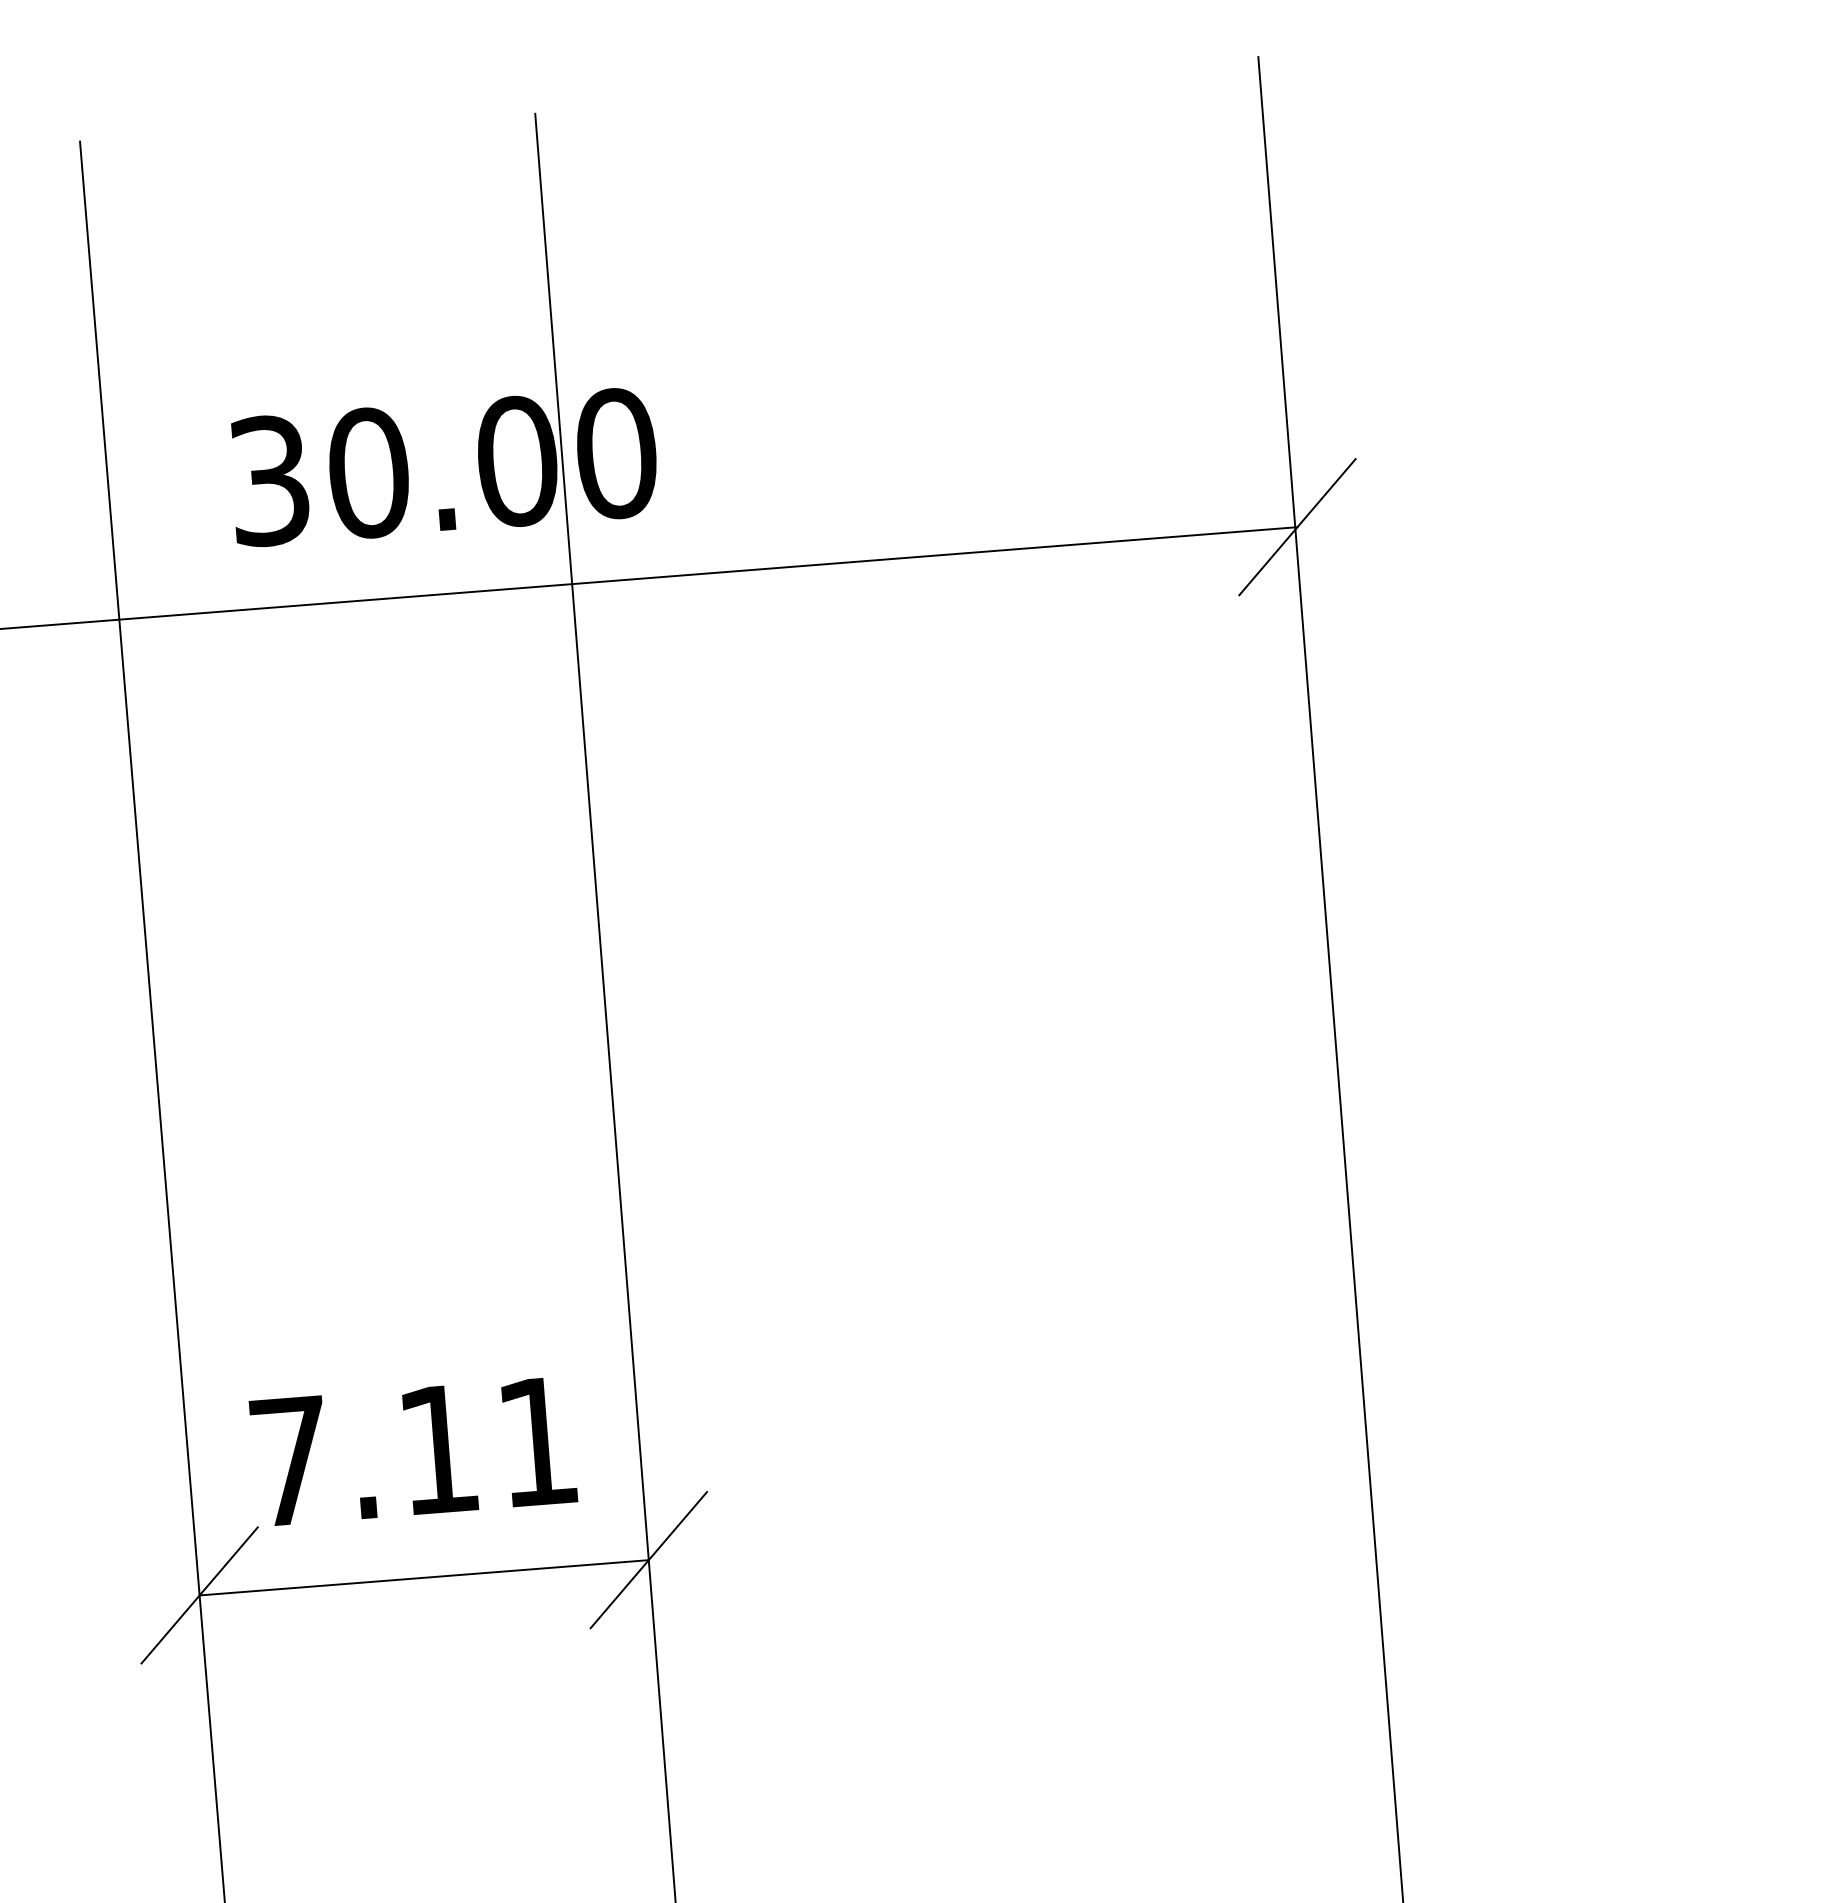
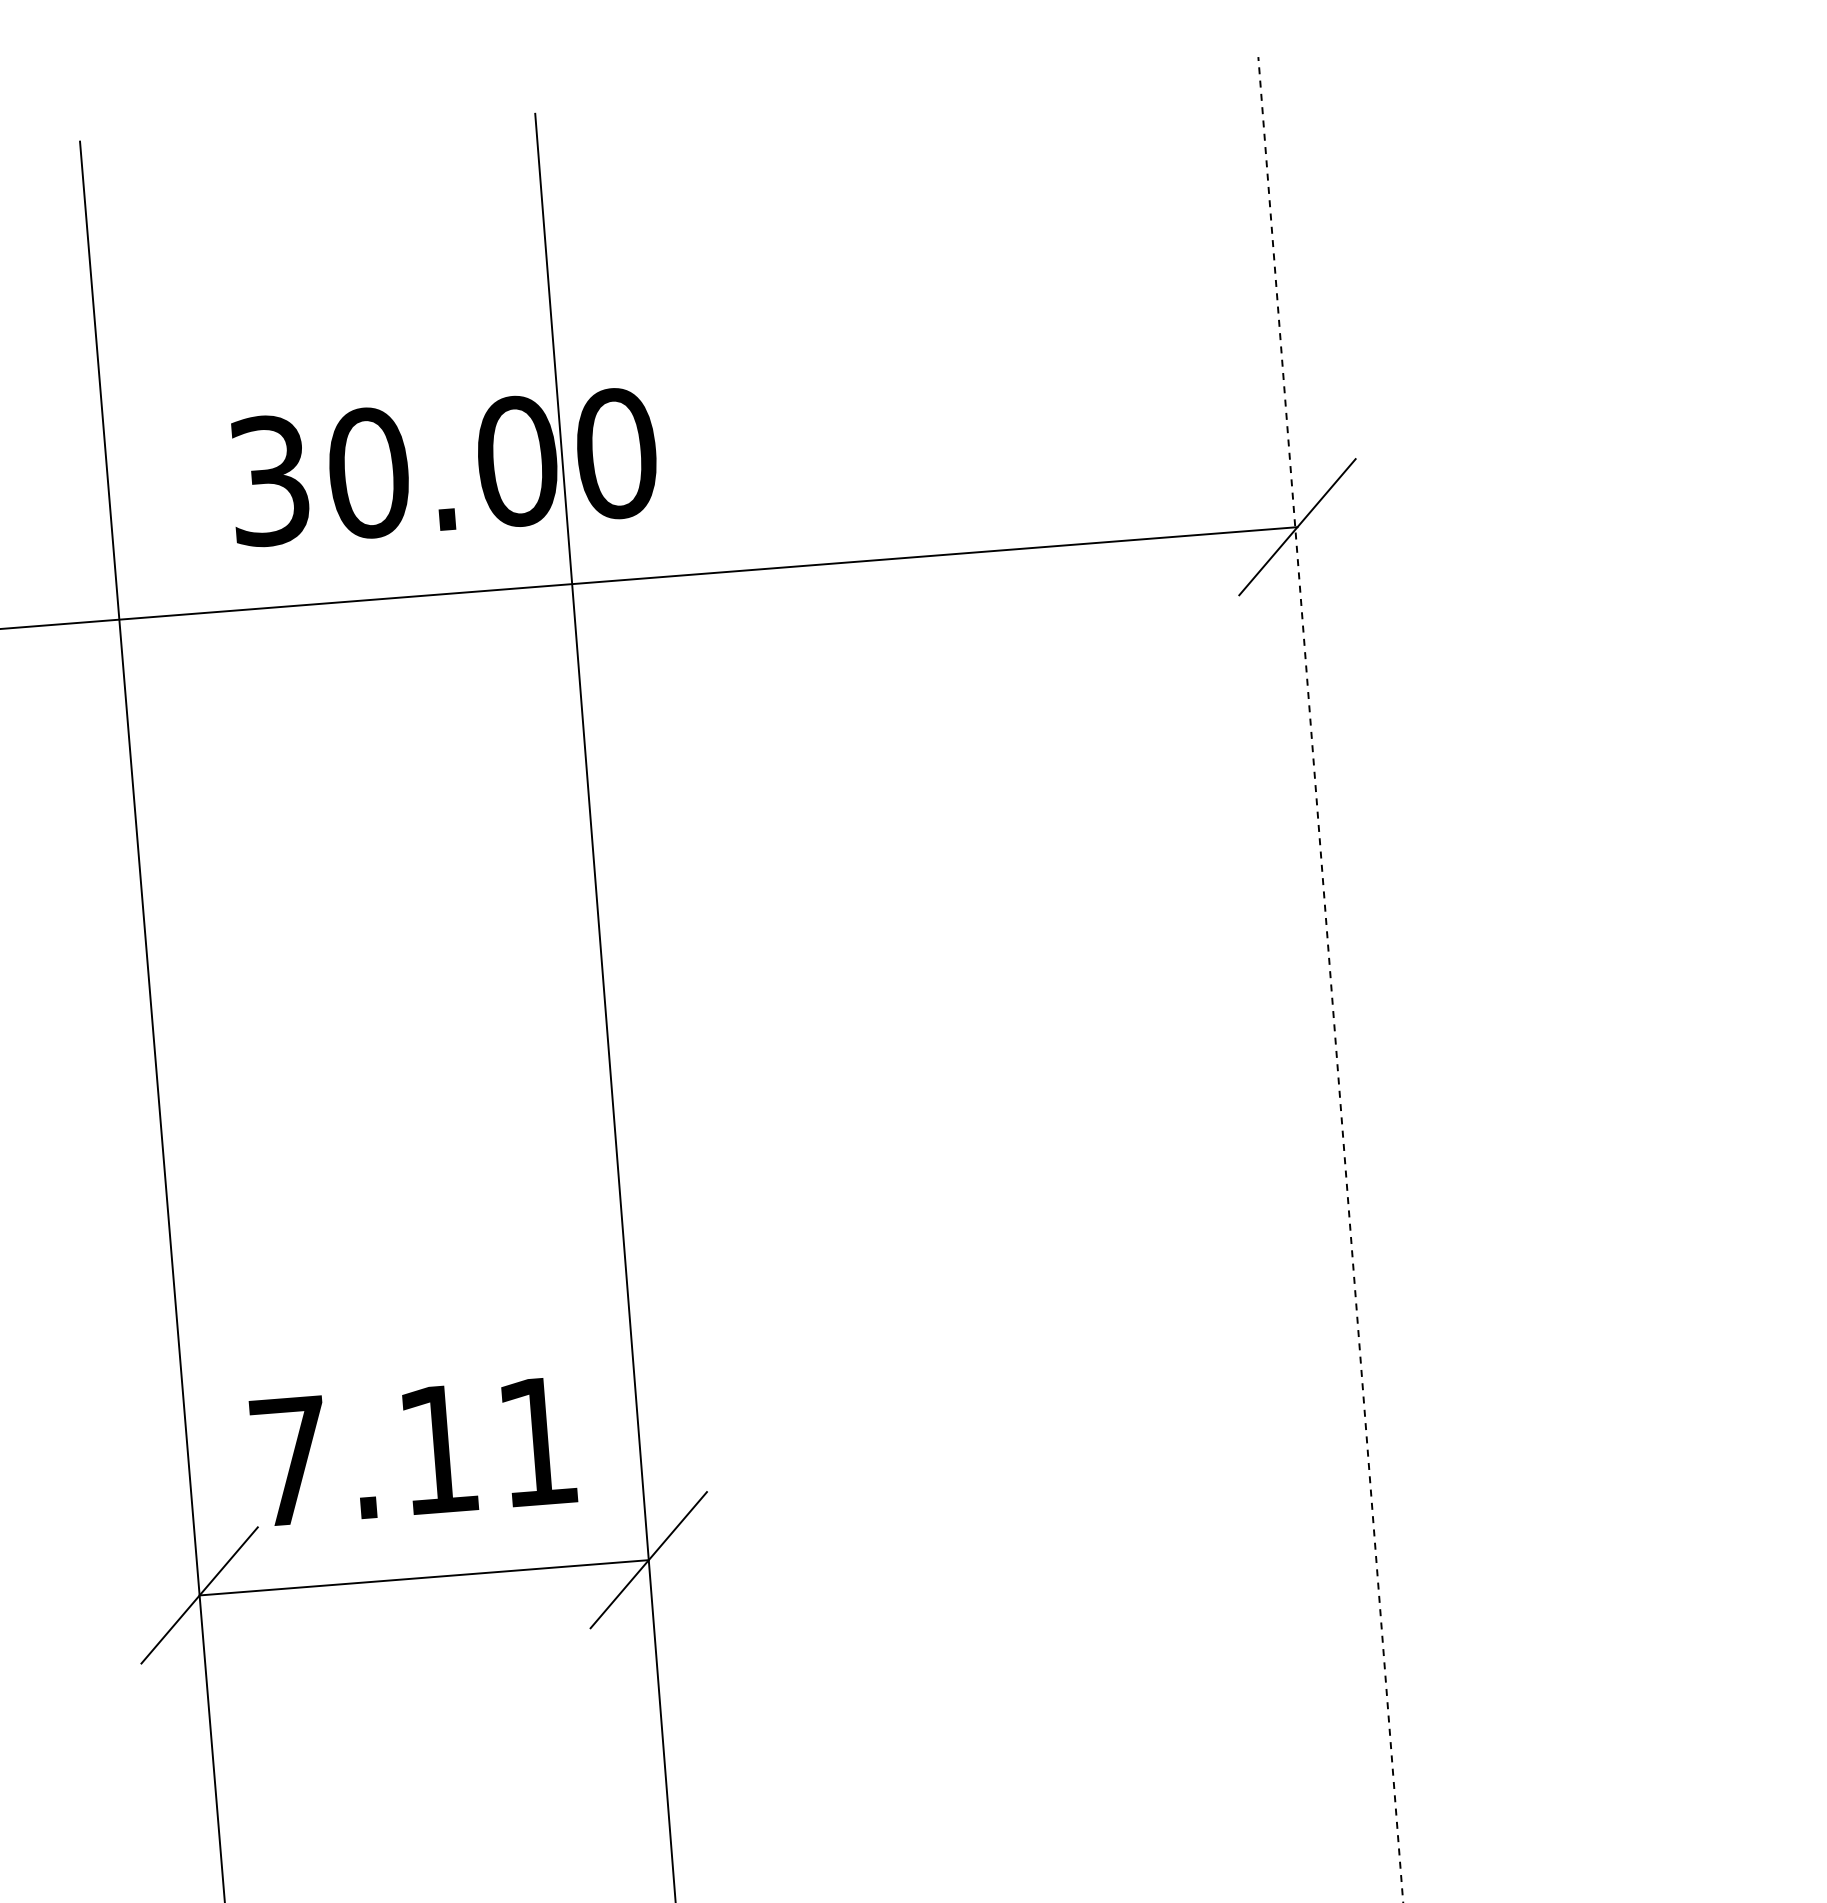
line at (1330, 979): solid -> dashed
